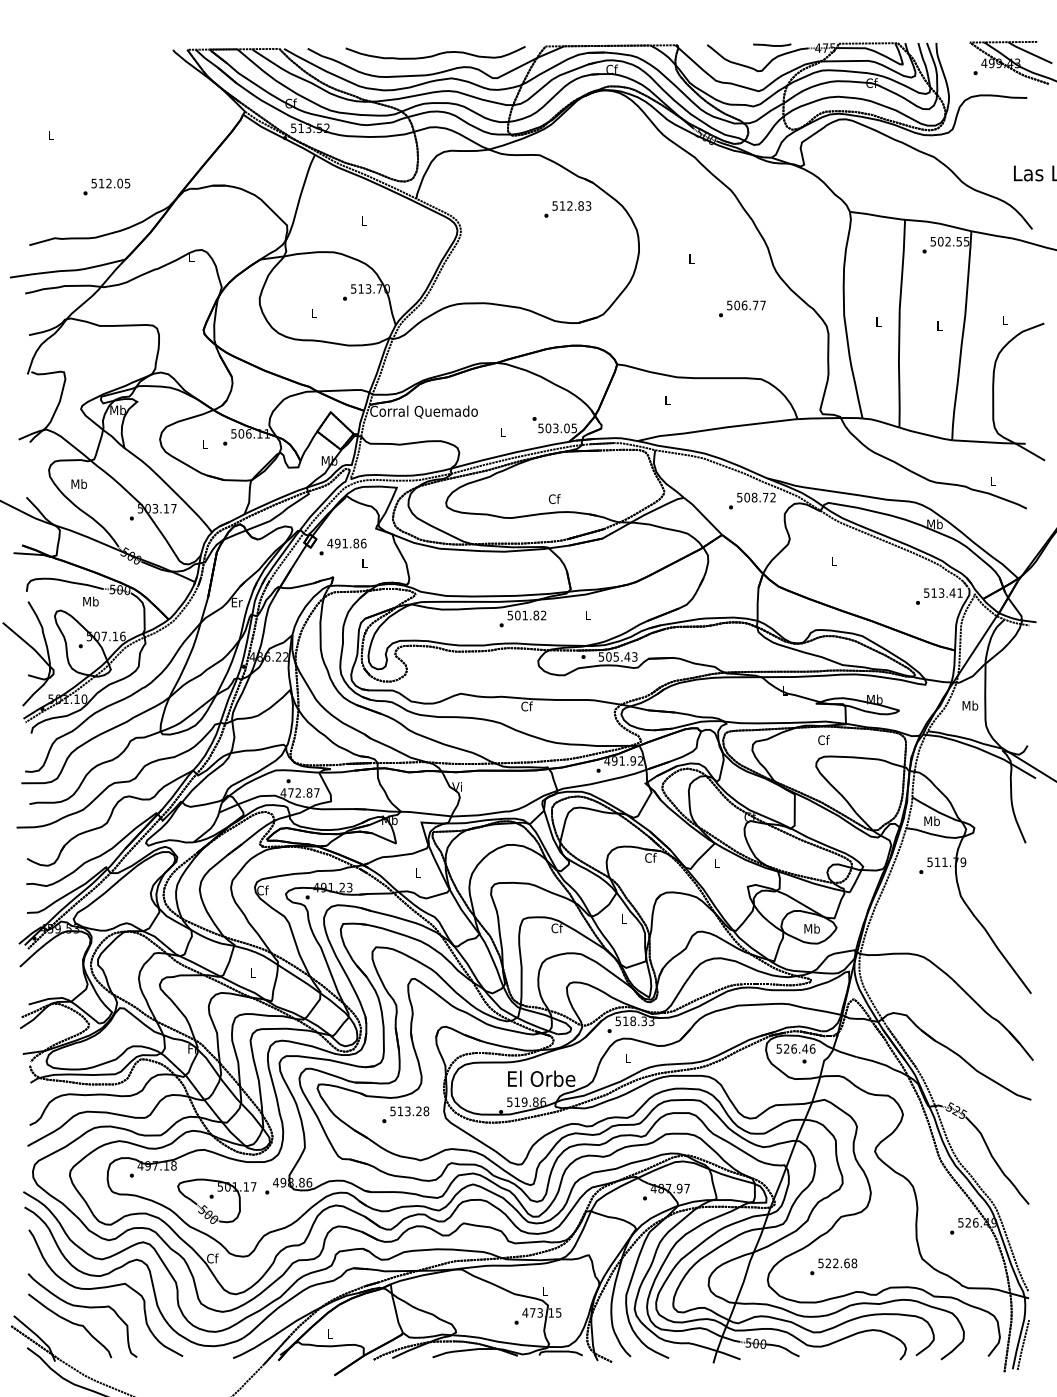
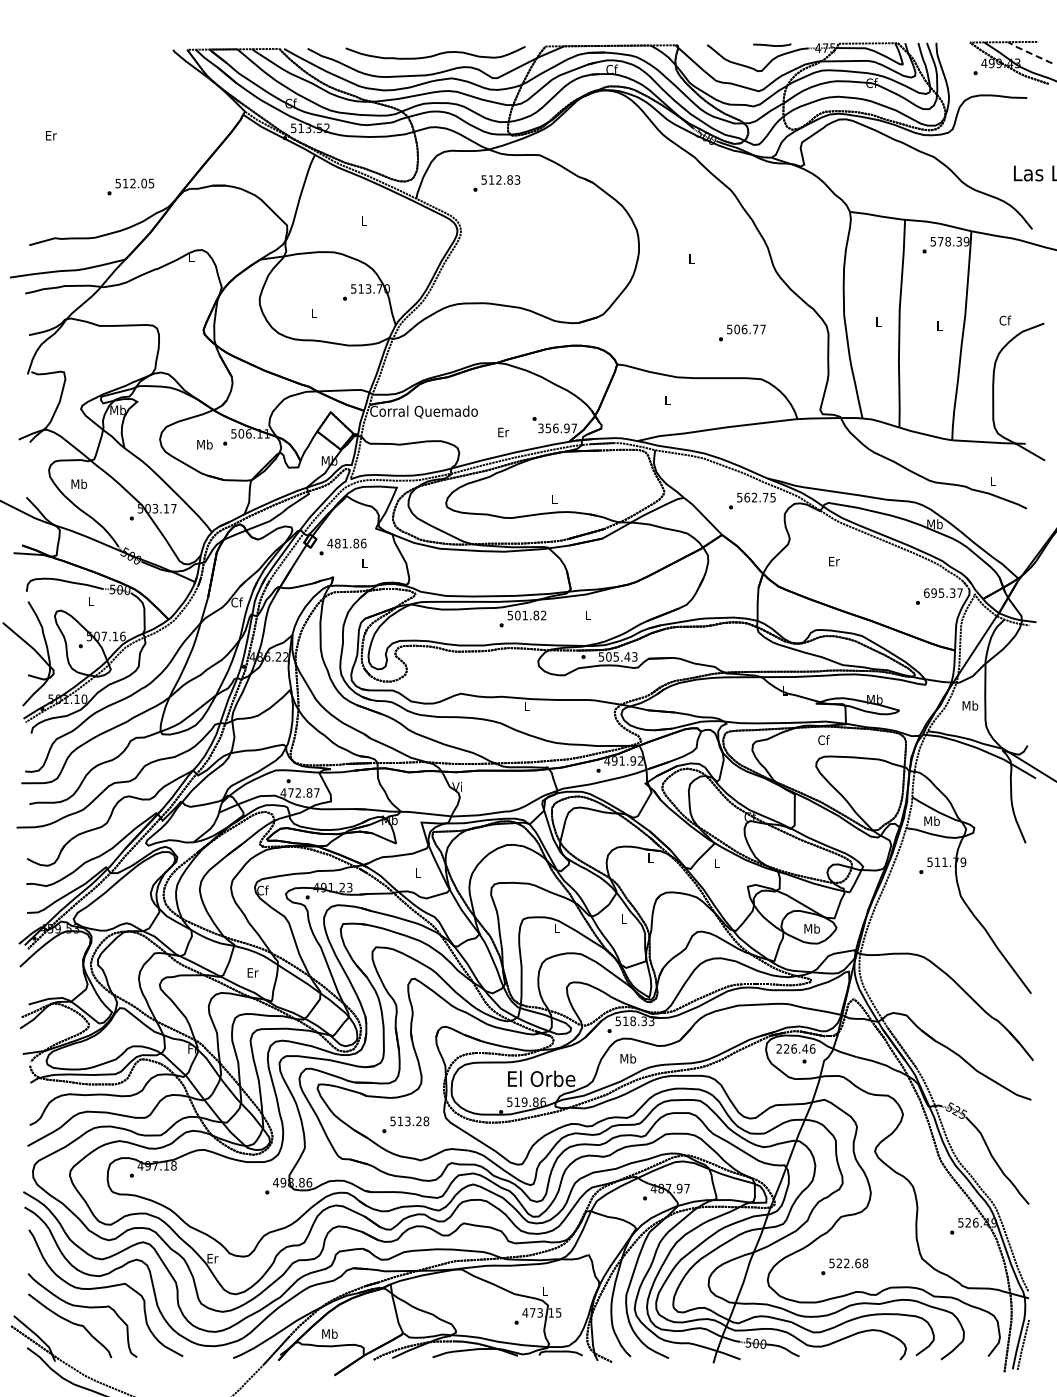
line at (1028, 52): solid -> dashed
text at (51, 135): L -> Er
text at (106, 186) position: (106, 186) -> (130, 186)
text at (567, 209) position: (567, 209) -> (496, 183)
text at (953, 241): 502.55 -> 578.39
text at (742, 308) position: (742, 308) -> (742, 332)
text at (1005, 320): L -> Cf
text at (557, 428): 503.05 -> 356.97
text at (503, 432): L -> Er
text at (204, 444): L -> Mb
text at (759, 497): 508.72 -> 562.75
text at (554, 498): Cf -> L
text at (337, 543): 491.86 -> 481.86
text at (834, 561): L -> Er
text at (943, 592): 513.41 -> 695.37
text at (90, 601): Mb -> L
text at (236, 602): Er -> Cf
text at (526, 706): Cf -> L
text at (650, 857): Cf -> L
text at (556, 928): Cf -> L
text at (252, 972): L -> Er
text at (778, 1048): 526.46 -> 226.46
text at (627, 1058): L -> Mb
text at (405, 1114) position: (405, 1114) -> (405, 1124)
part at (216, 1200): present -> none
text at (212, 1258): Cf -> Er
text at (833, 1266) position: (833, 1266) -> (844, 1266)
text at (329, 1333): L -> Mb
